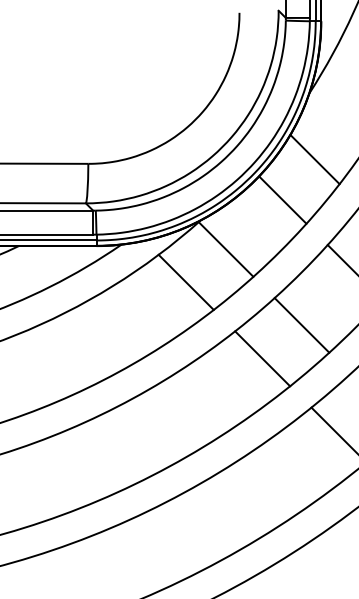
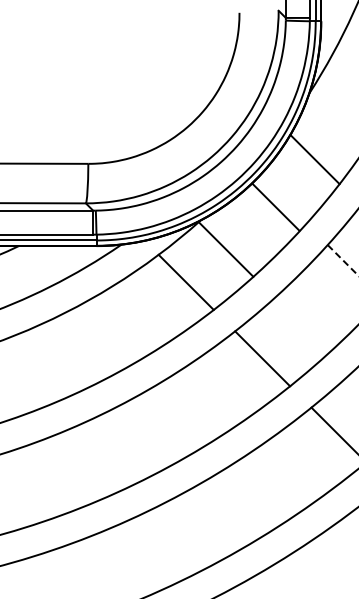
line at (282, 199) position: (282, 199) -> (275, 206)
line at (343, 260): solid -> dashed
line at (301, 325): present -> none
